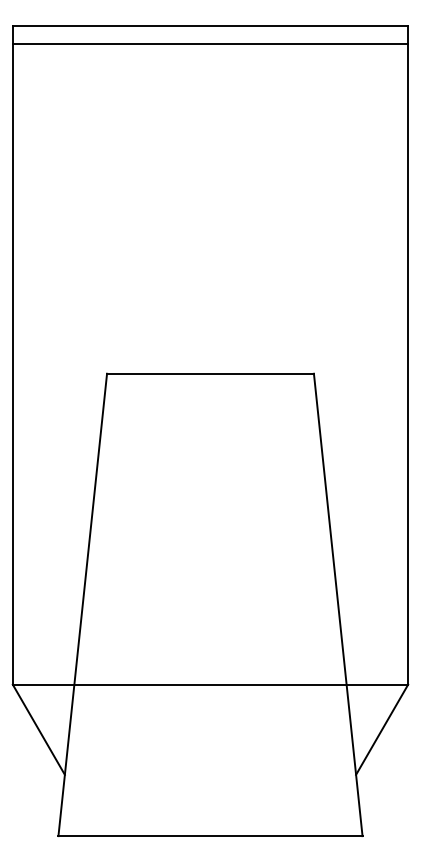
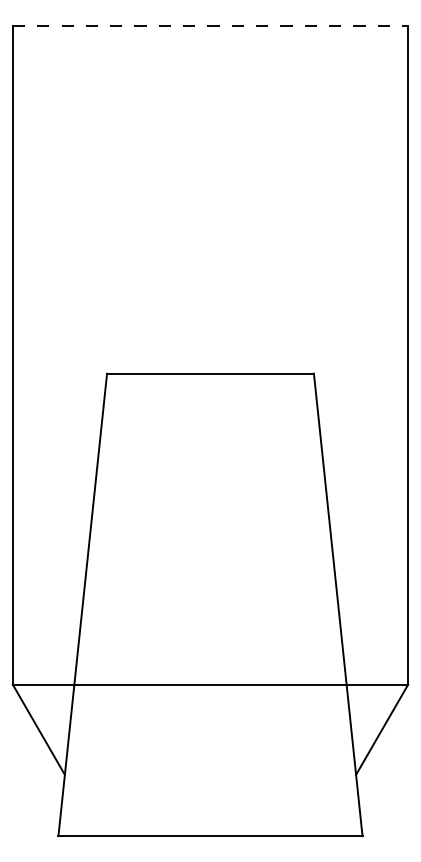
line at (210, 25): solid -> dashed
line at (210, 44): present -> none
